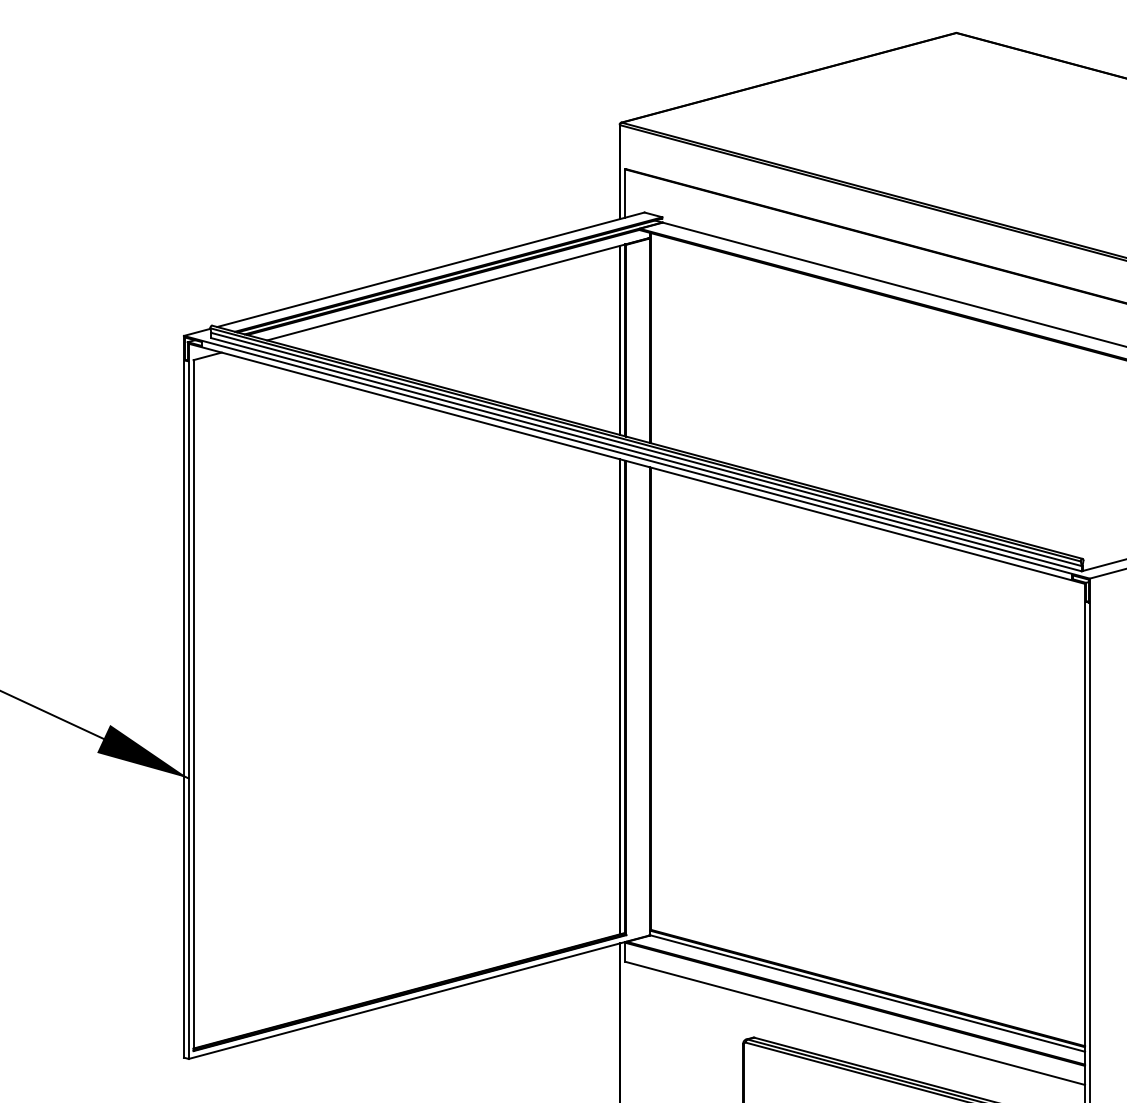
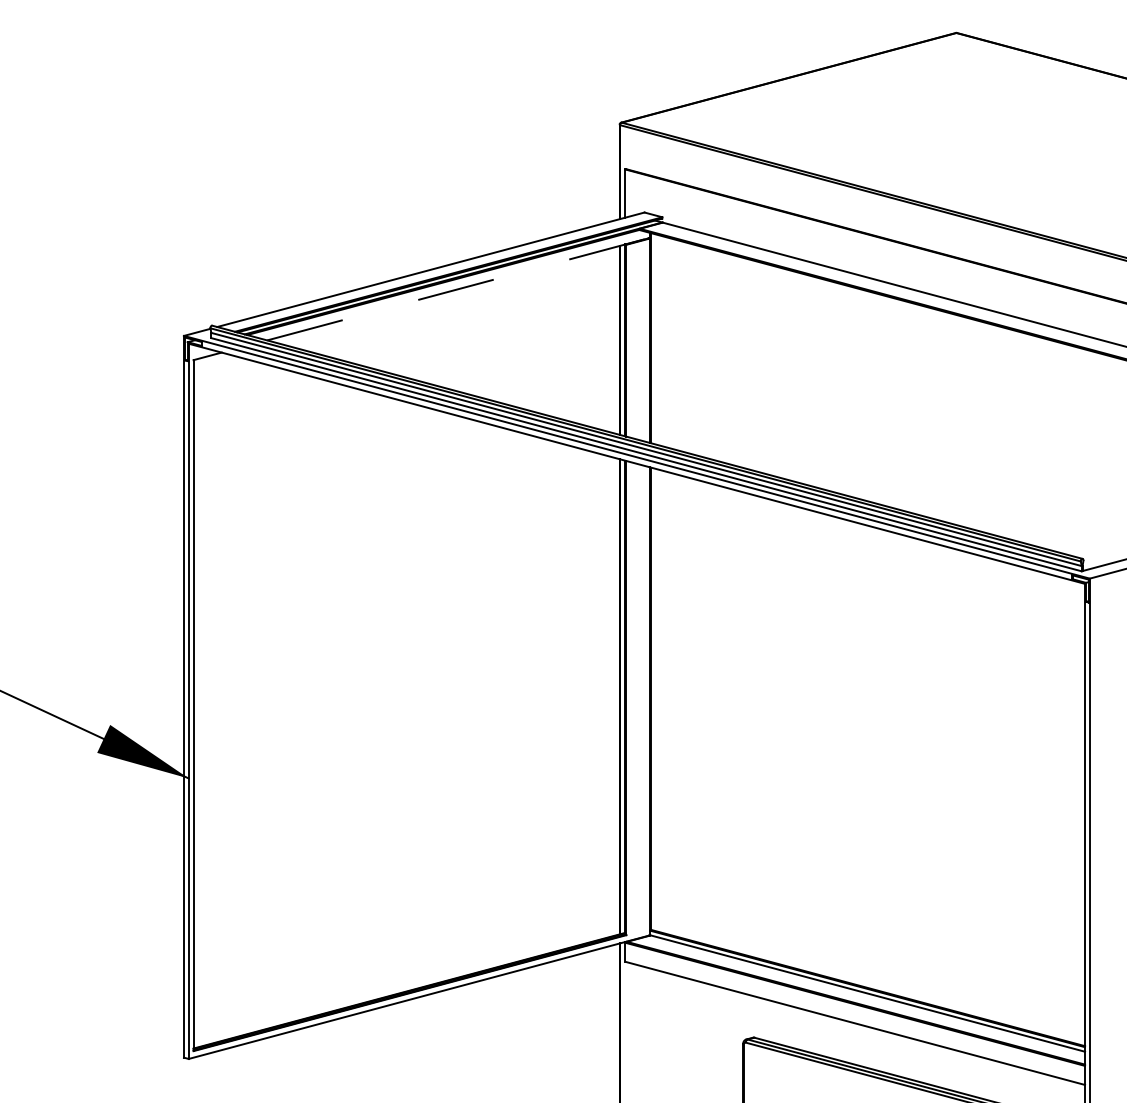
line at (458, 289): solid -> dashed
